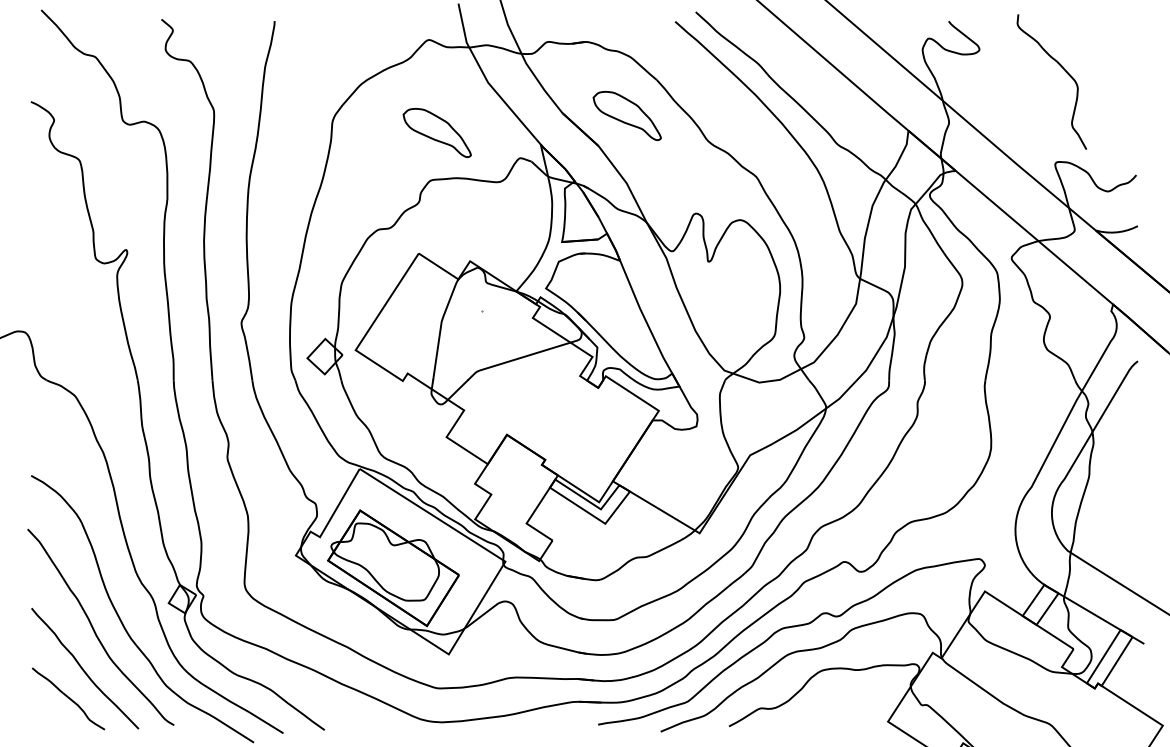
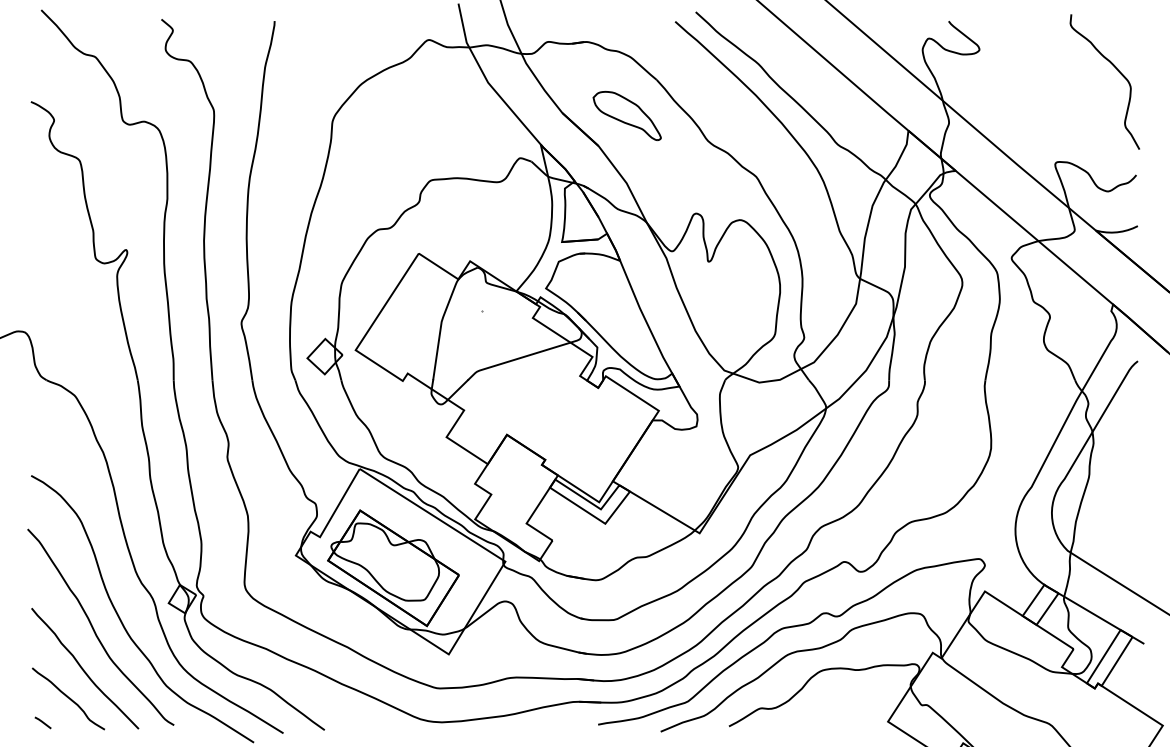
curve at (1065, 72) position: (1065, 72) -> (1118, 72)
part at (436, 133): present -> none
line at (42, 722): none -> present
